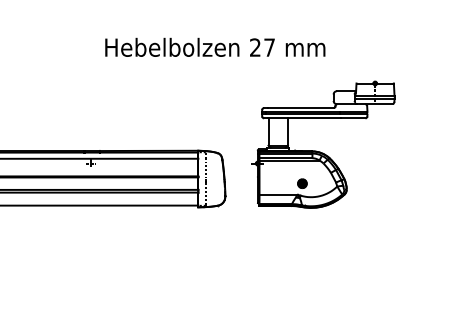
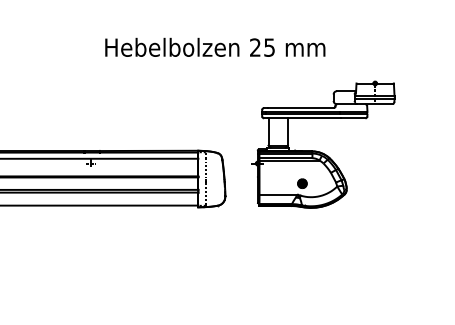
text at (269, 47): 27 -> 25
